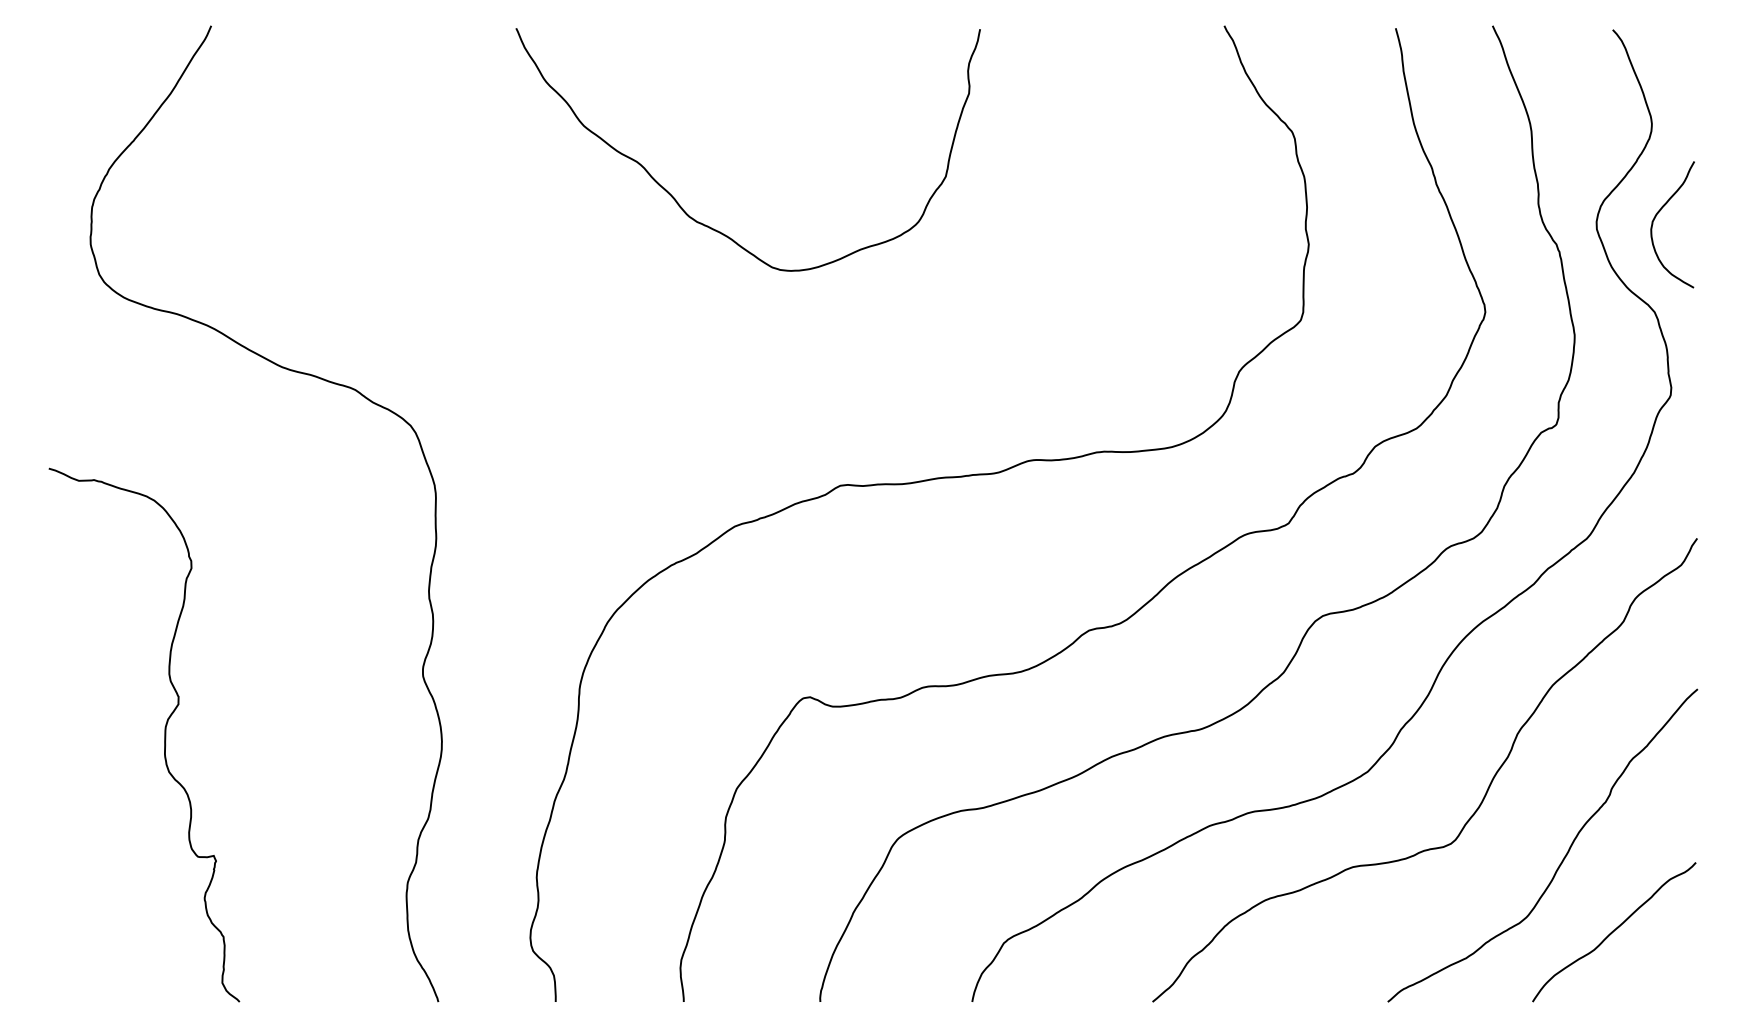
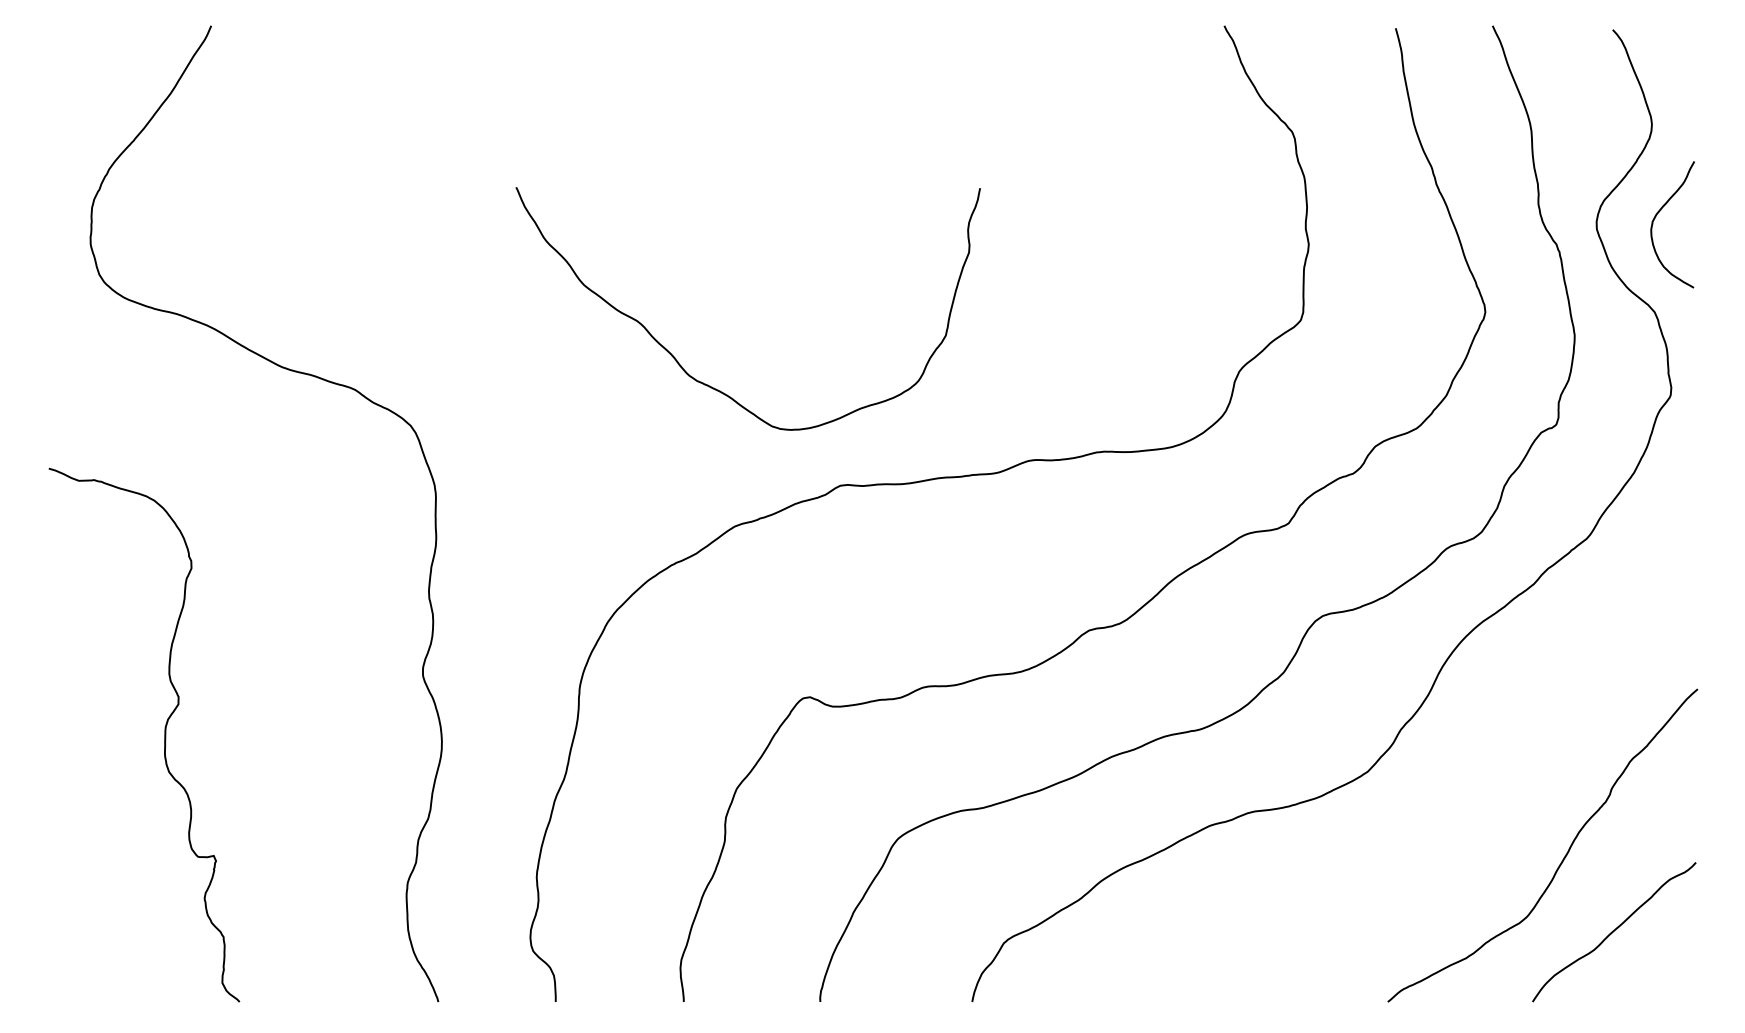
curve at (708, 225) position: (708, 225) -> (708, 384)
curve at (1482, 798): present -> none
